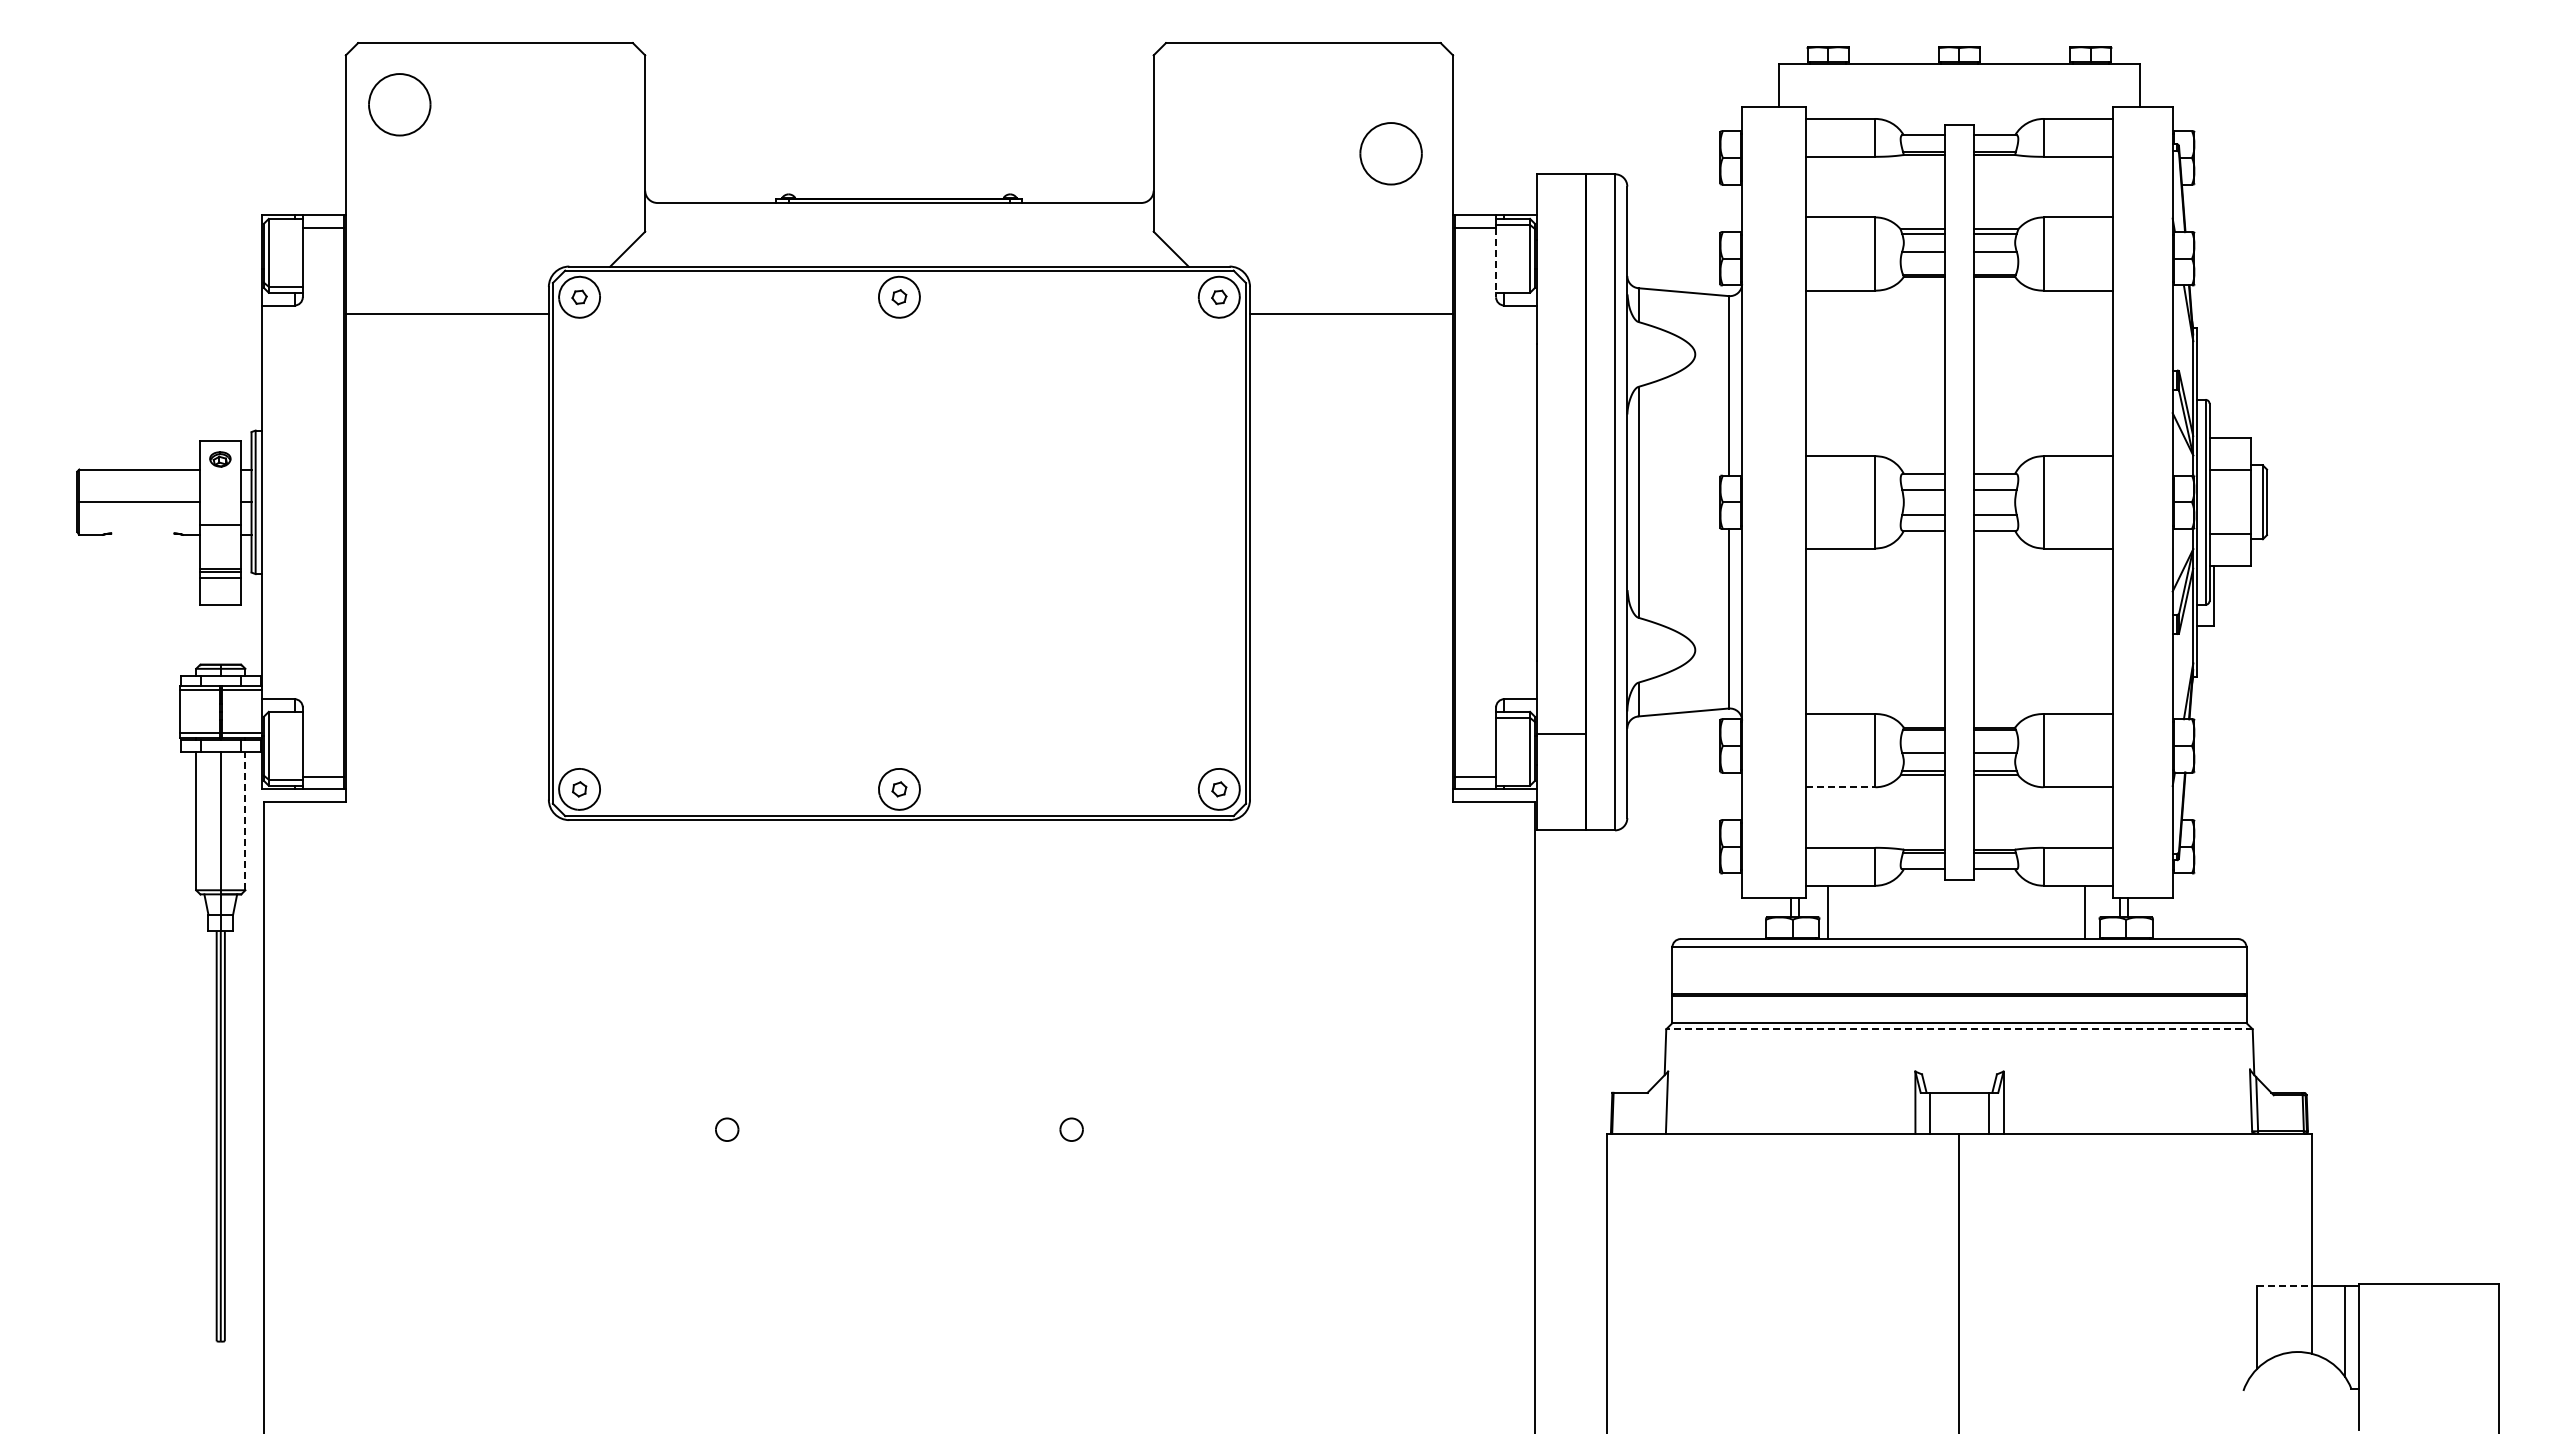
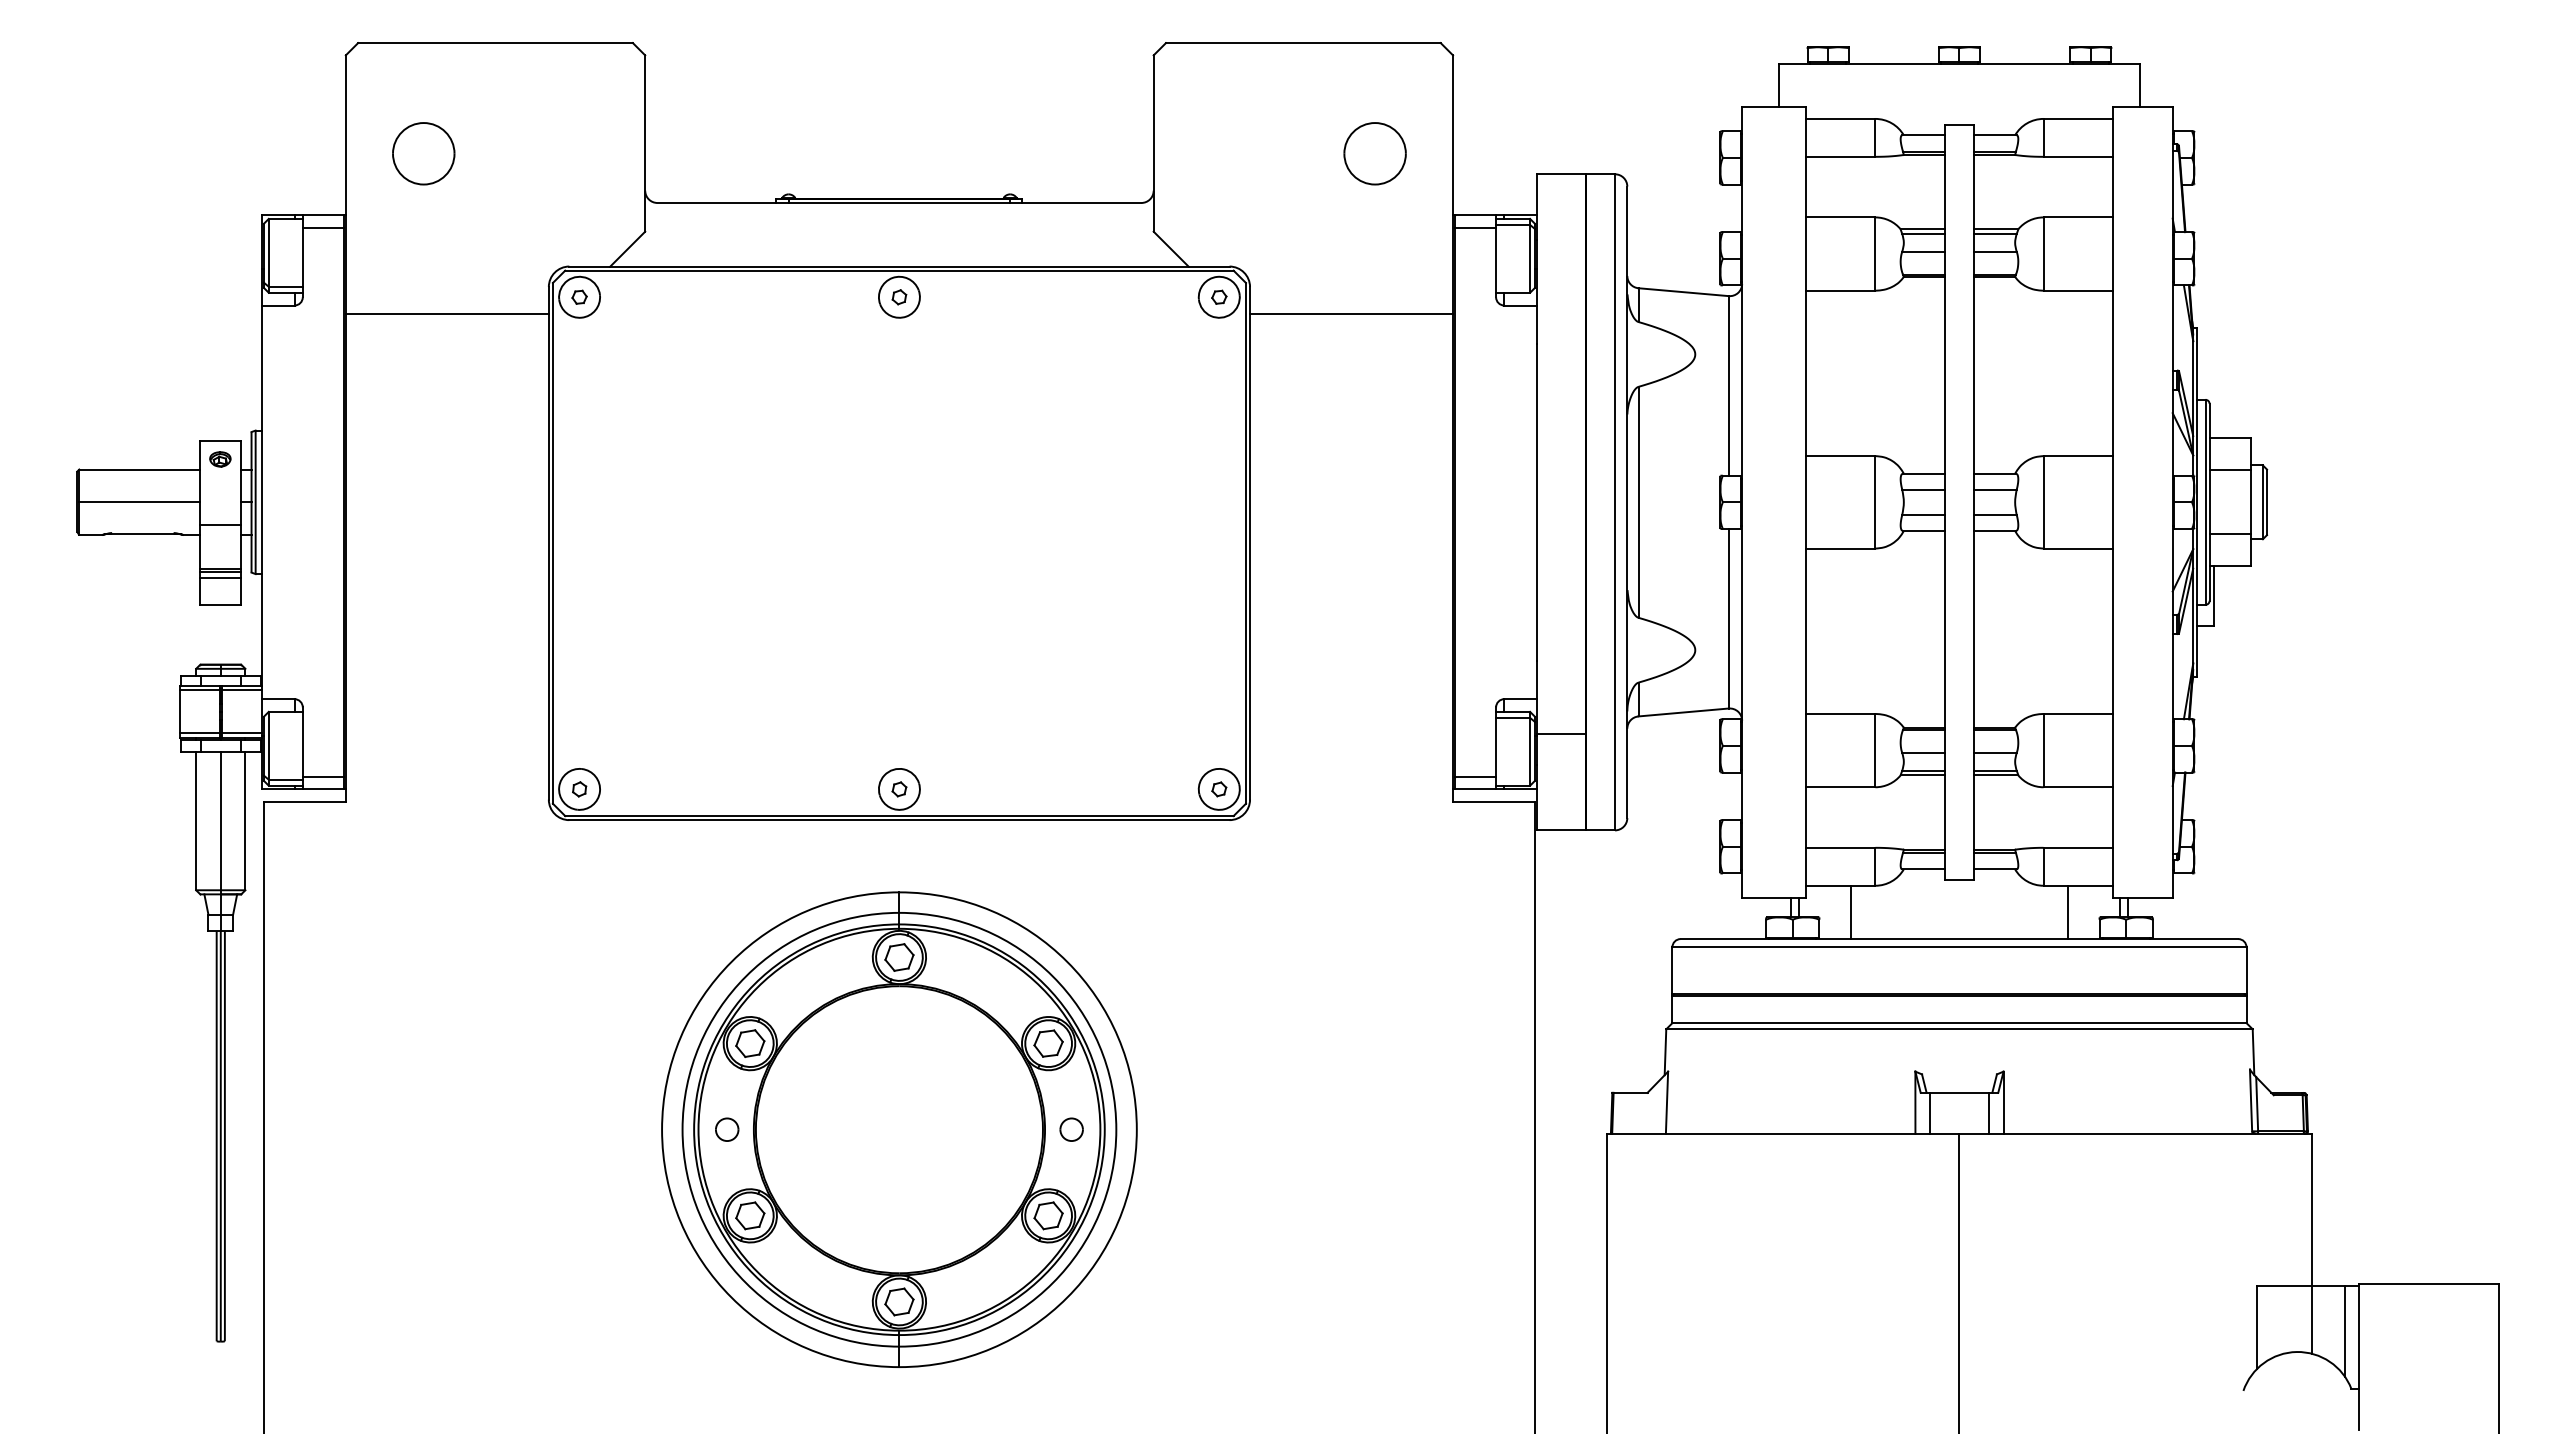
part at (399, 104) position: (399, 104) -> (423, 153)
part at (1390, 153) position: (1390, 153) -> (1374, 153)
line at (1496, 262): dashed -> solid
line at (142, 533): none -> present
line at (1840, 787): dashed -> solid
line at (245, 821): dashed -> solid
line at (1828, 912) position: (1828, 912) -> (1851, 912)
line at (2084, 912) position: (2084, 912) -> (2067, 912)
line at (1959, 1029): dashed -> solid
part at (899, 1129): none -> present
line at (2285, 1286): dashed -> solid
